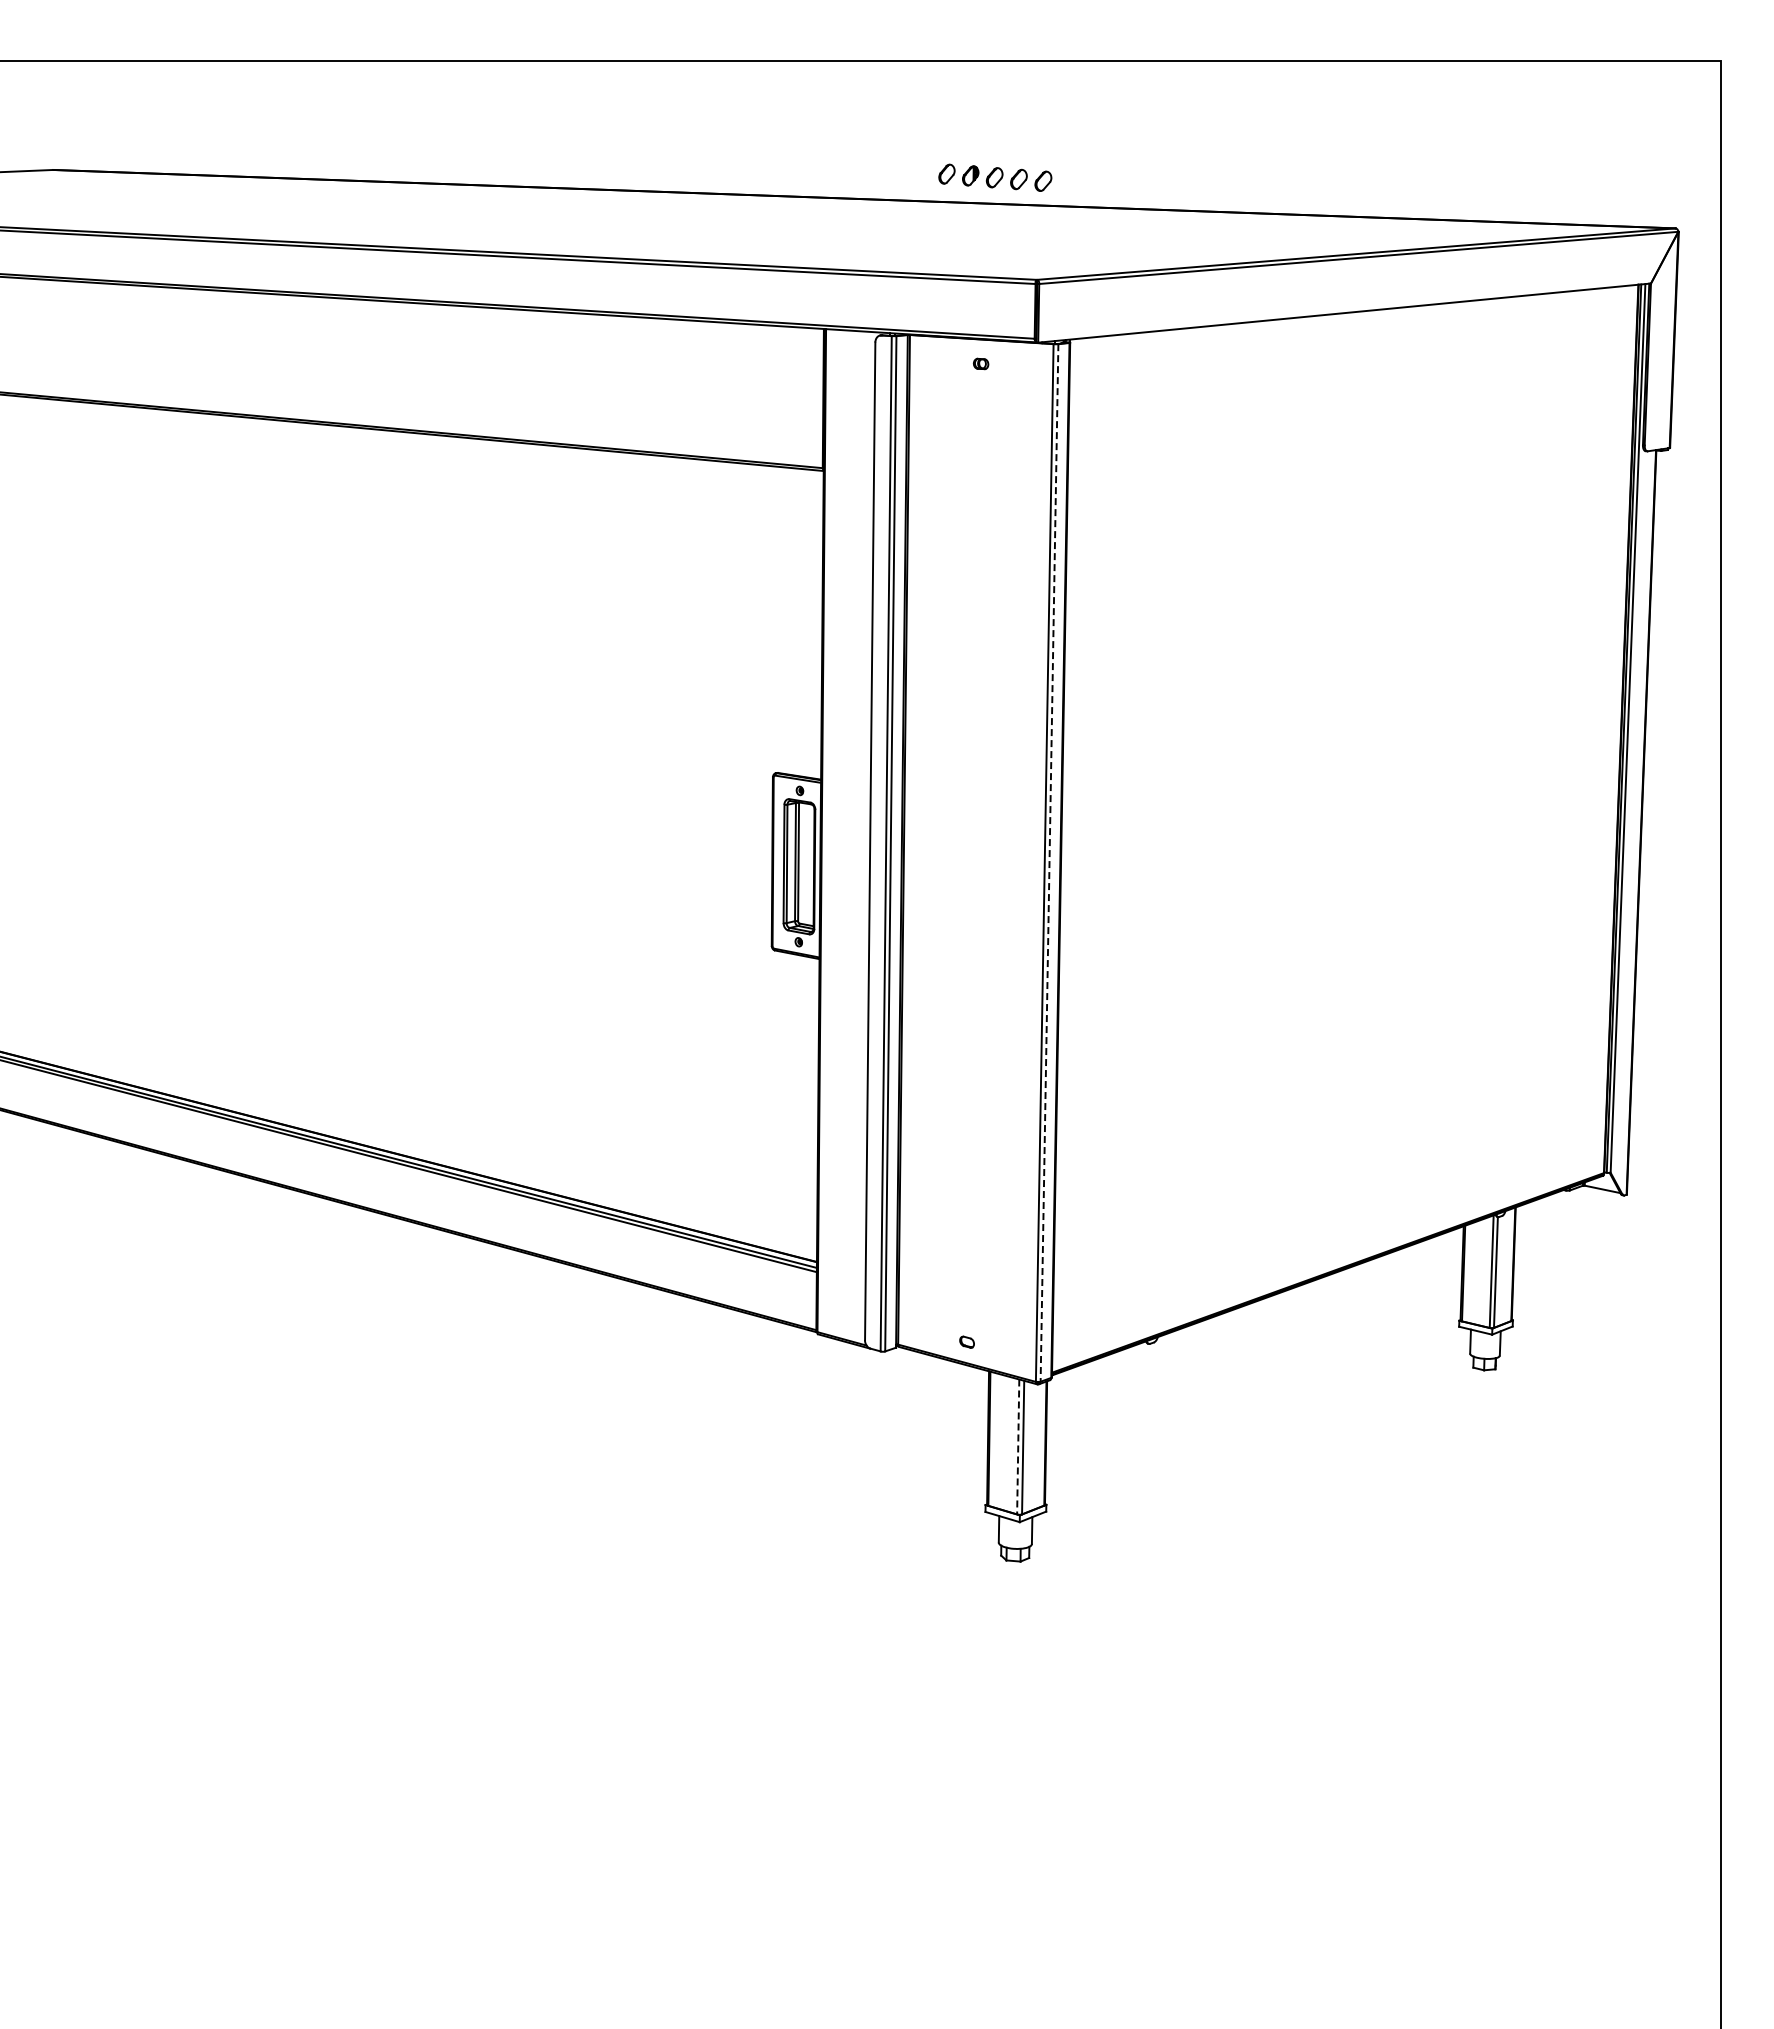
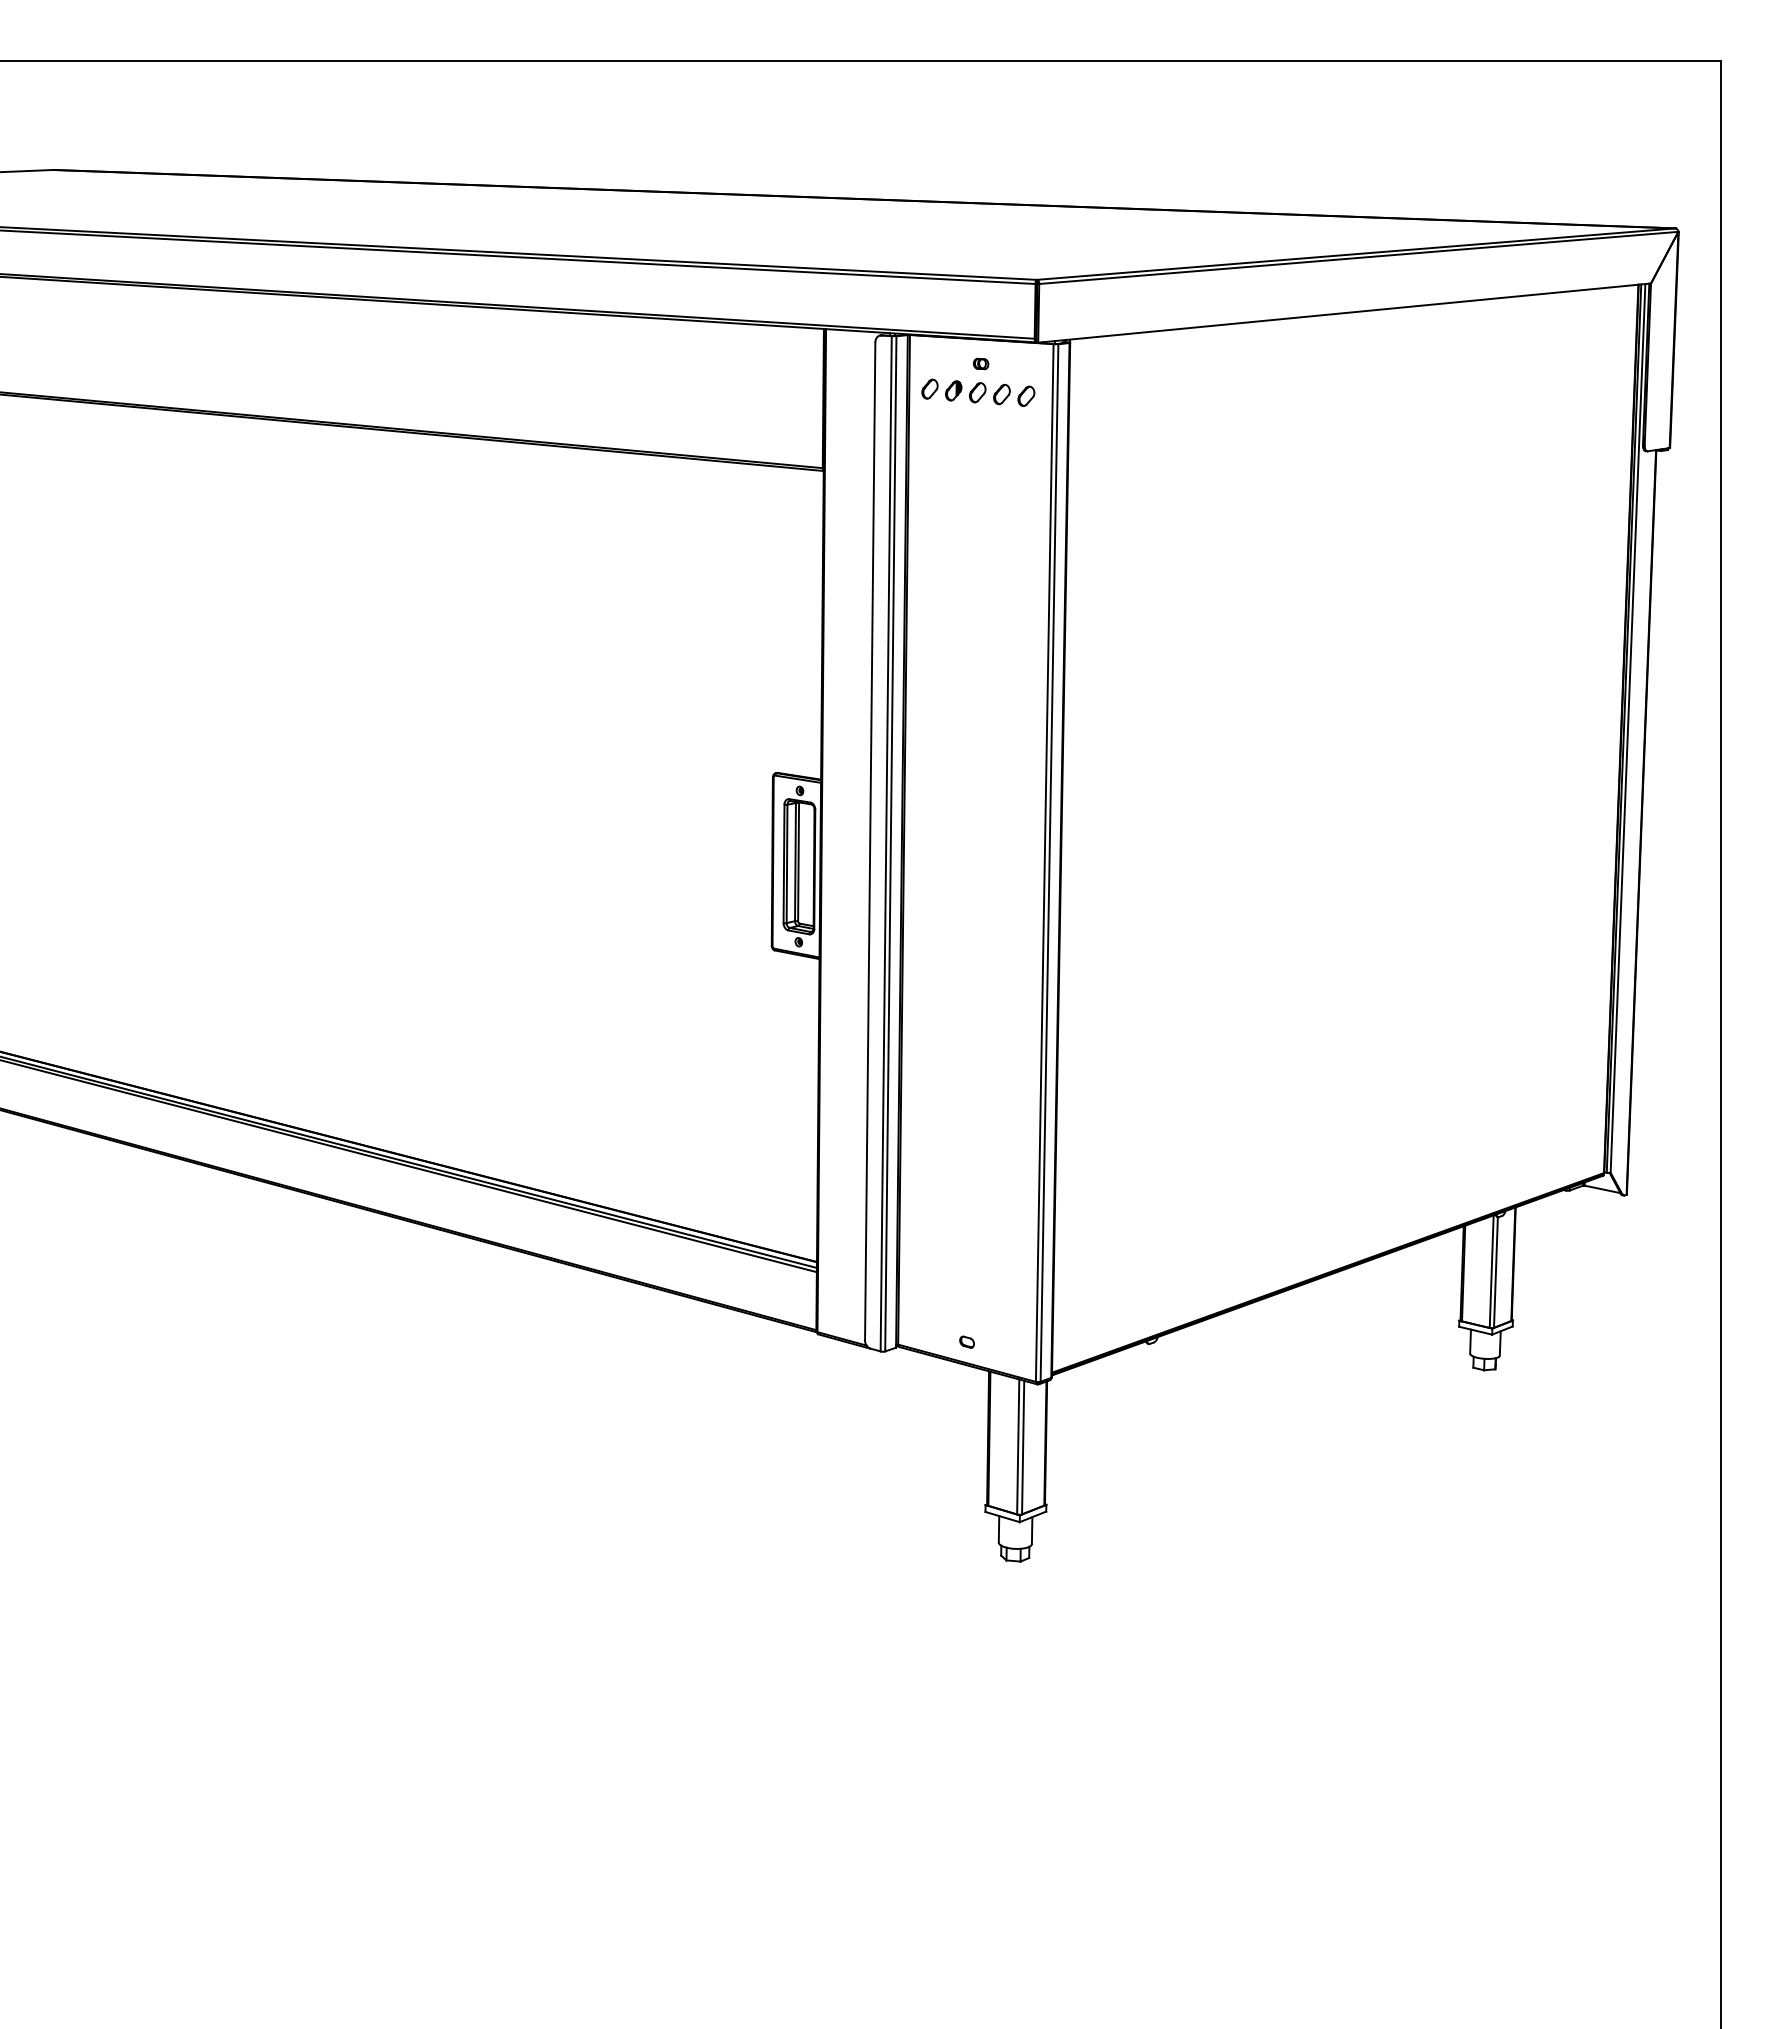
part at (995, 177) position: (995, 177) -> (978, 392)
line at (1049, 862): dashed -> solid
line at (1018, 1446): dashed -> solid
